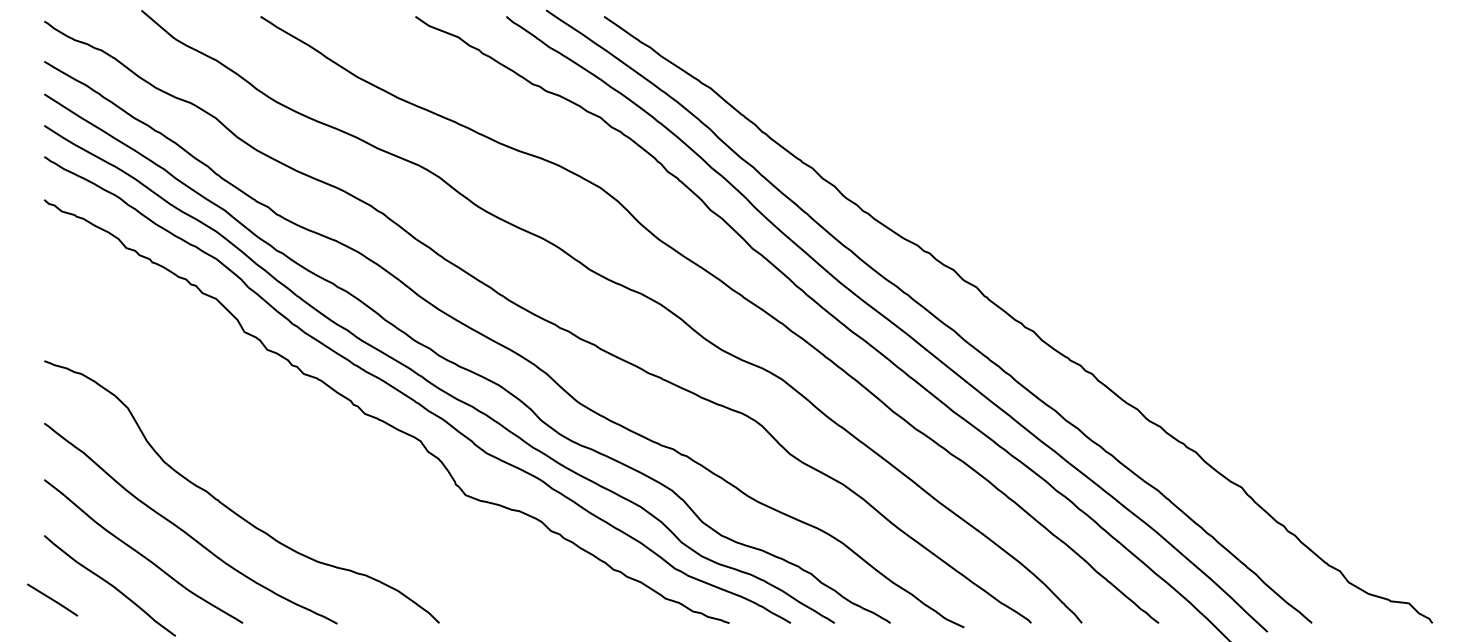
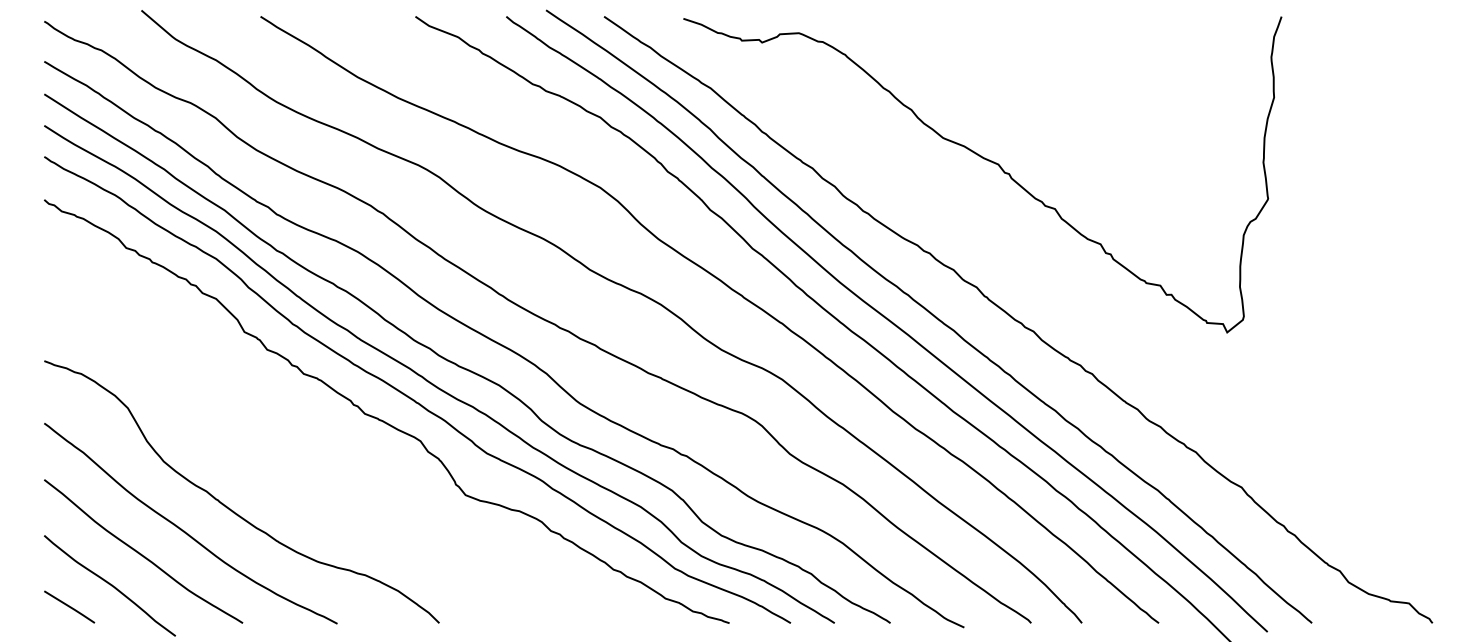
curve at (988, 161): none -> present
line at (52, 599) position: (52, 599) -> (69, 606)
